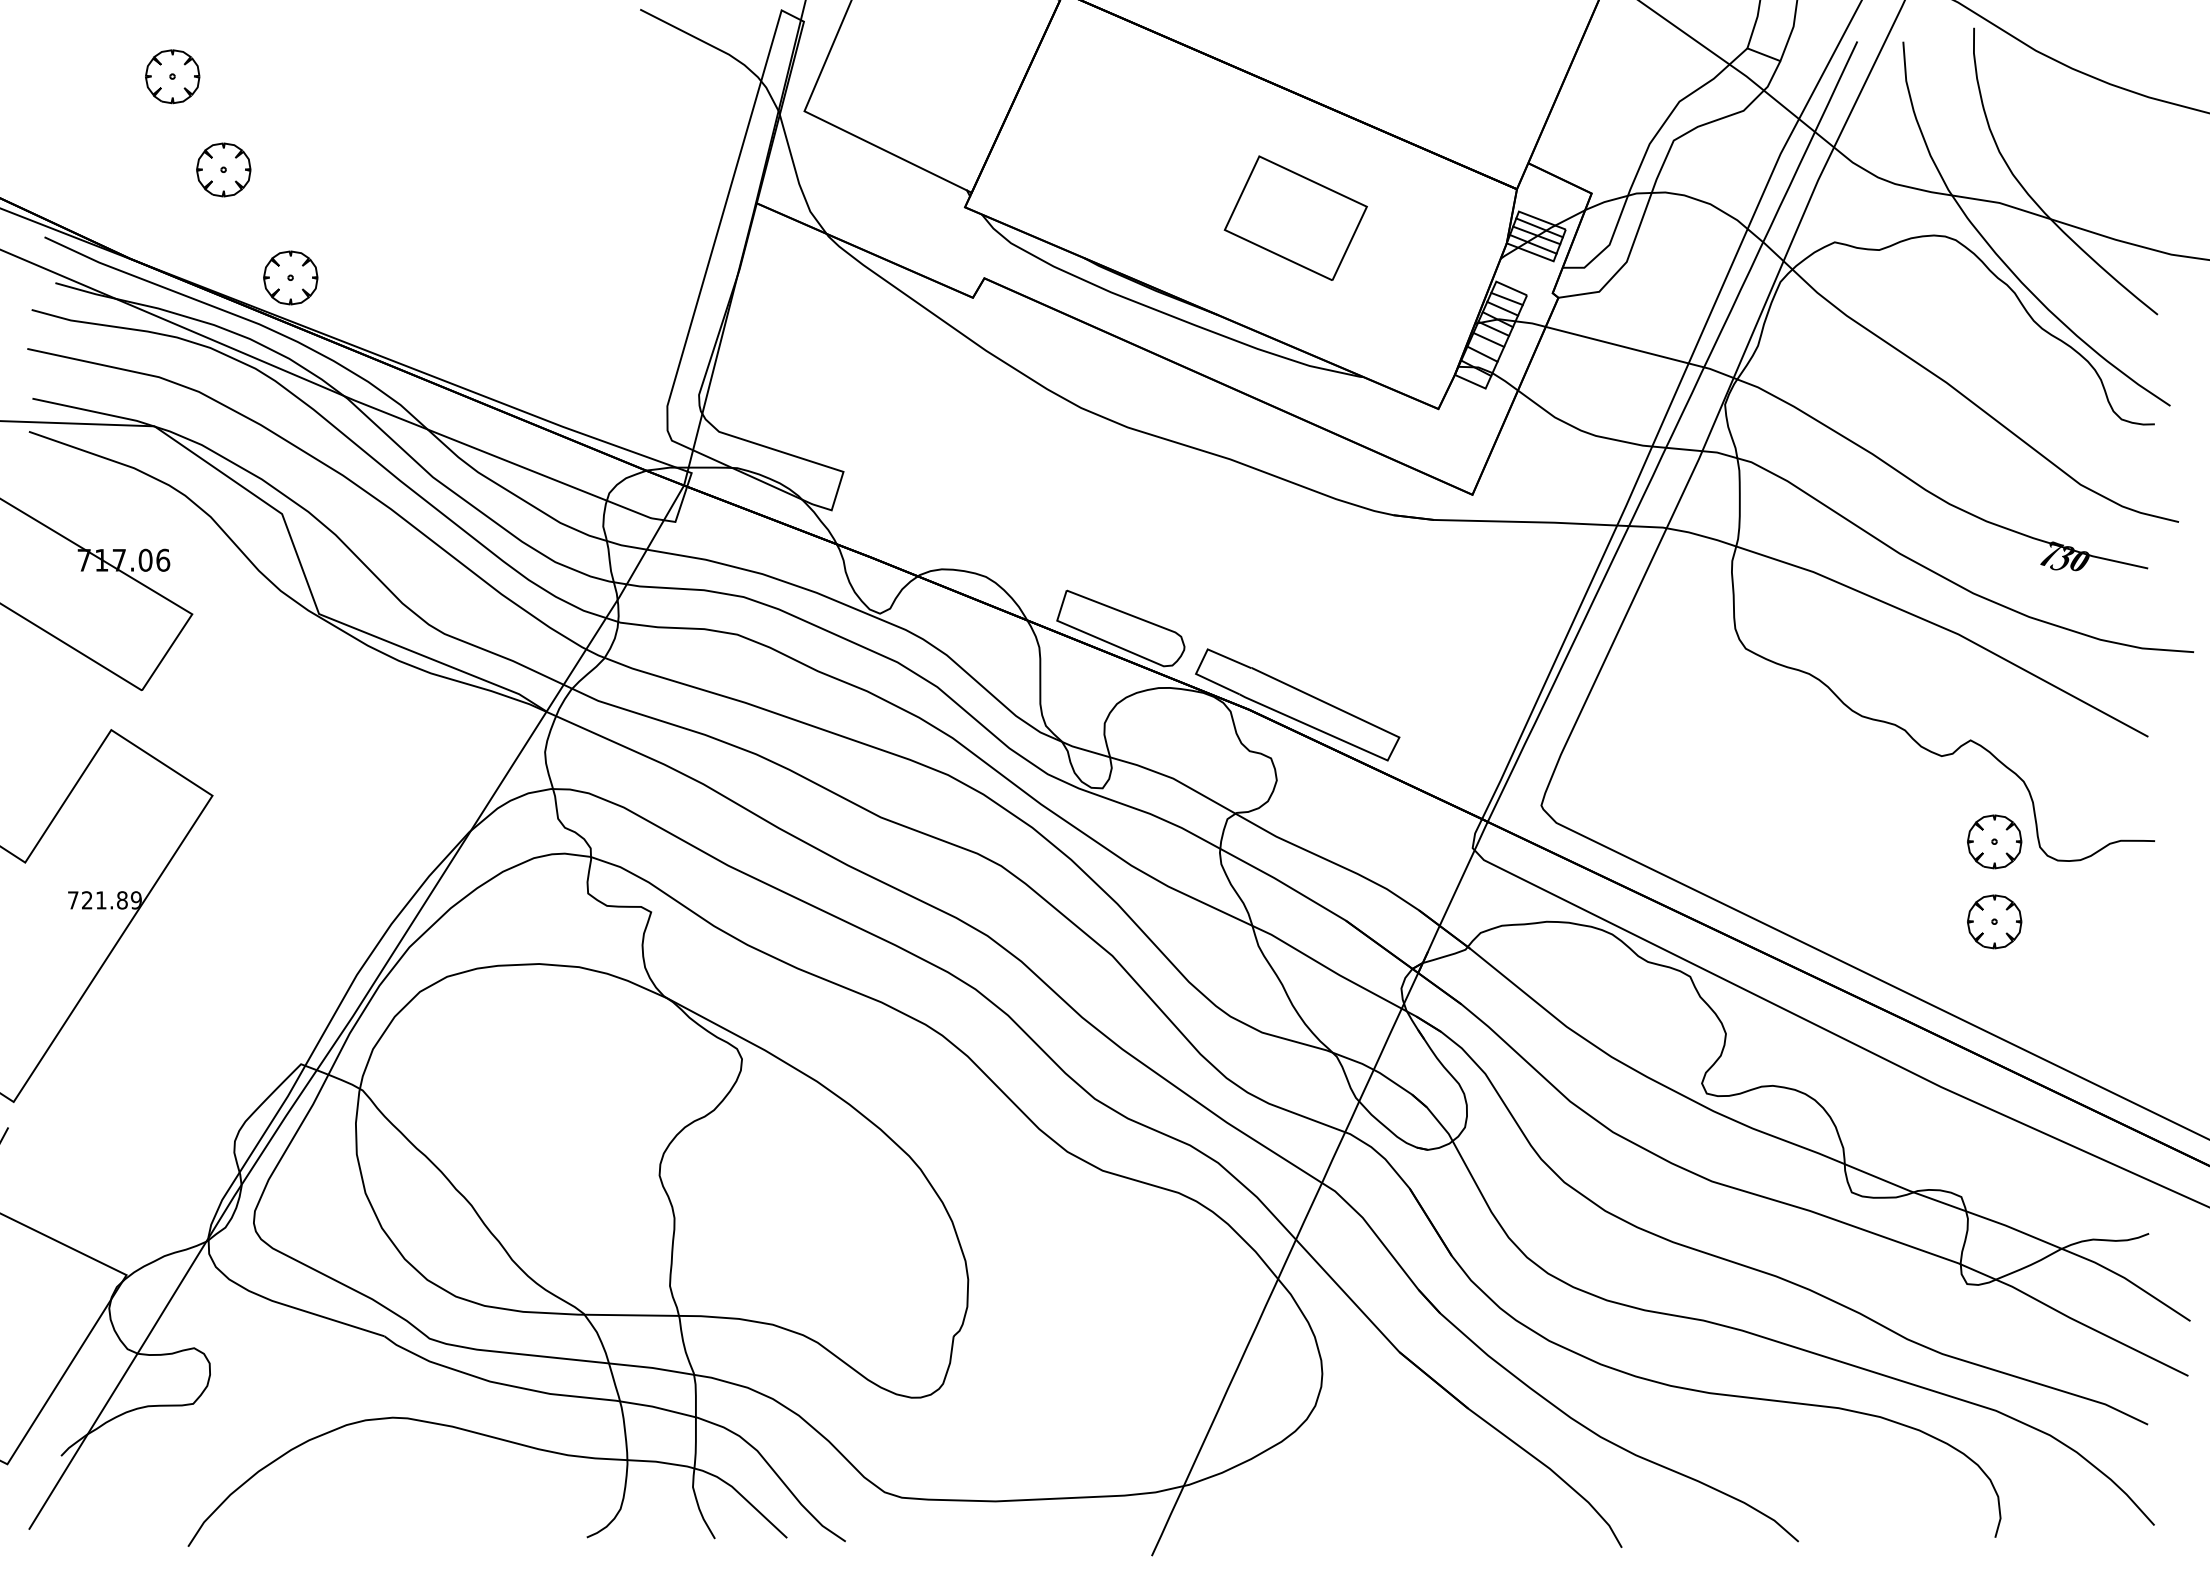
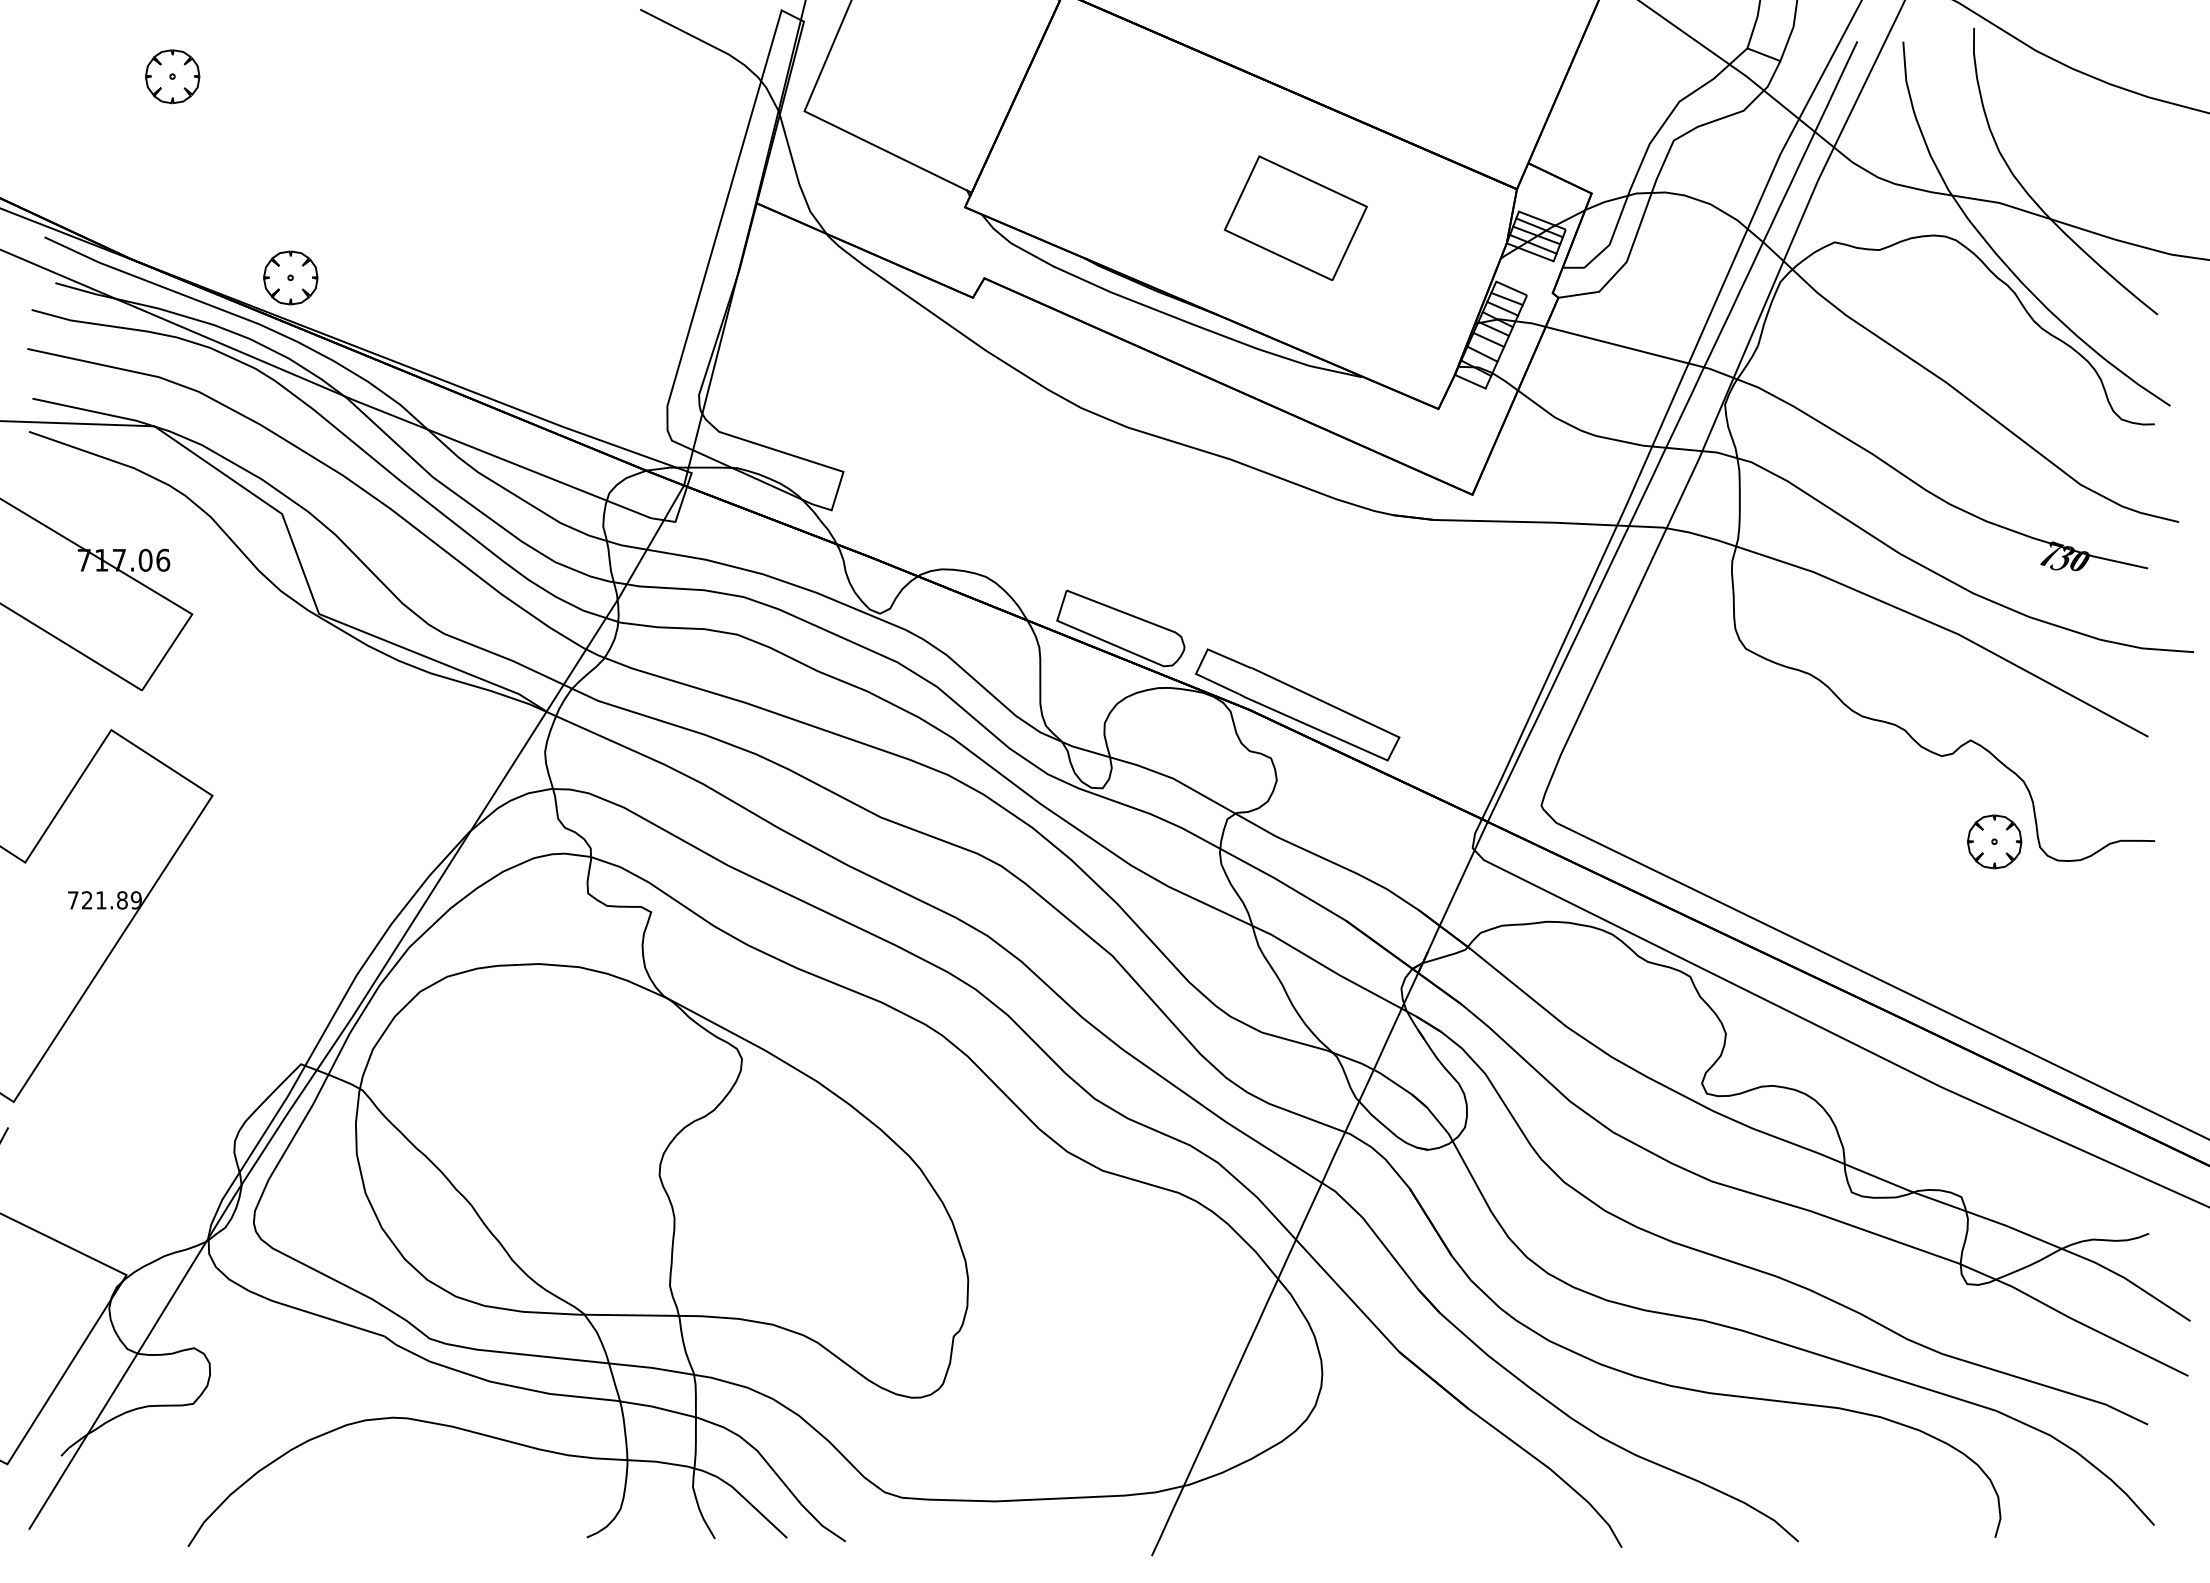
part at (223, 169): present -> none
part at (1994, 921): present -> none
